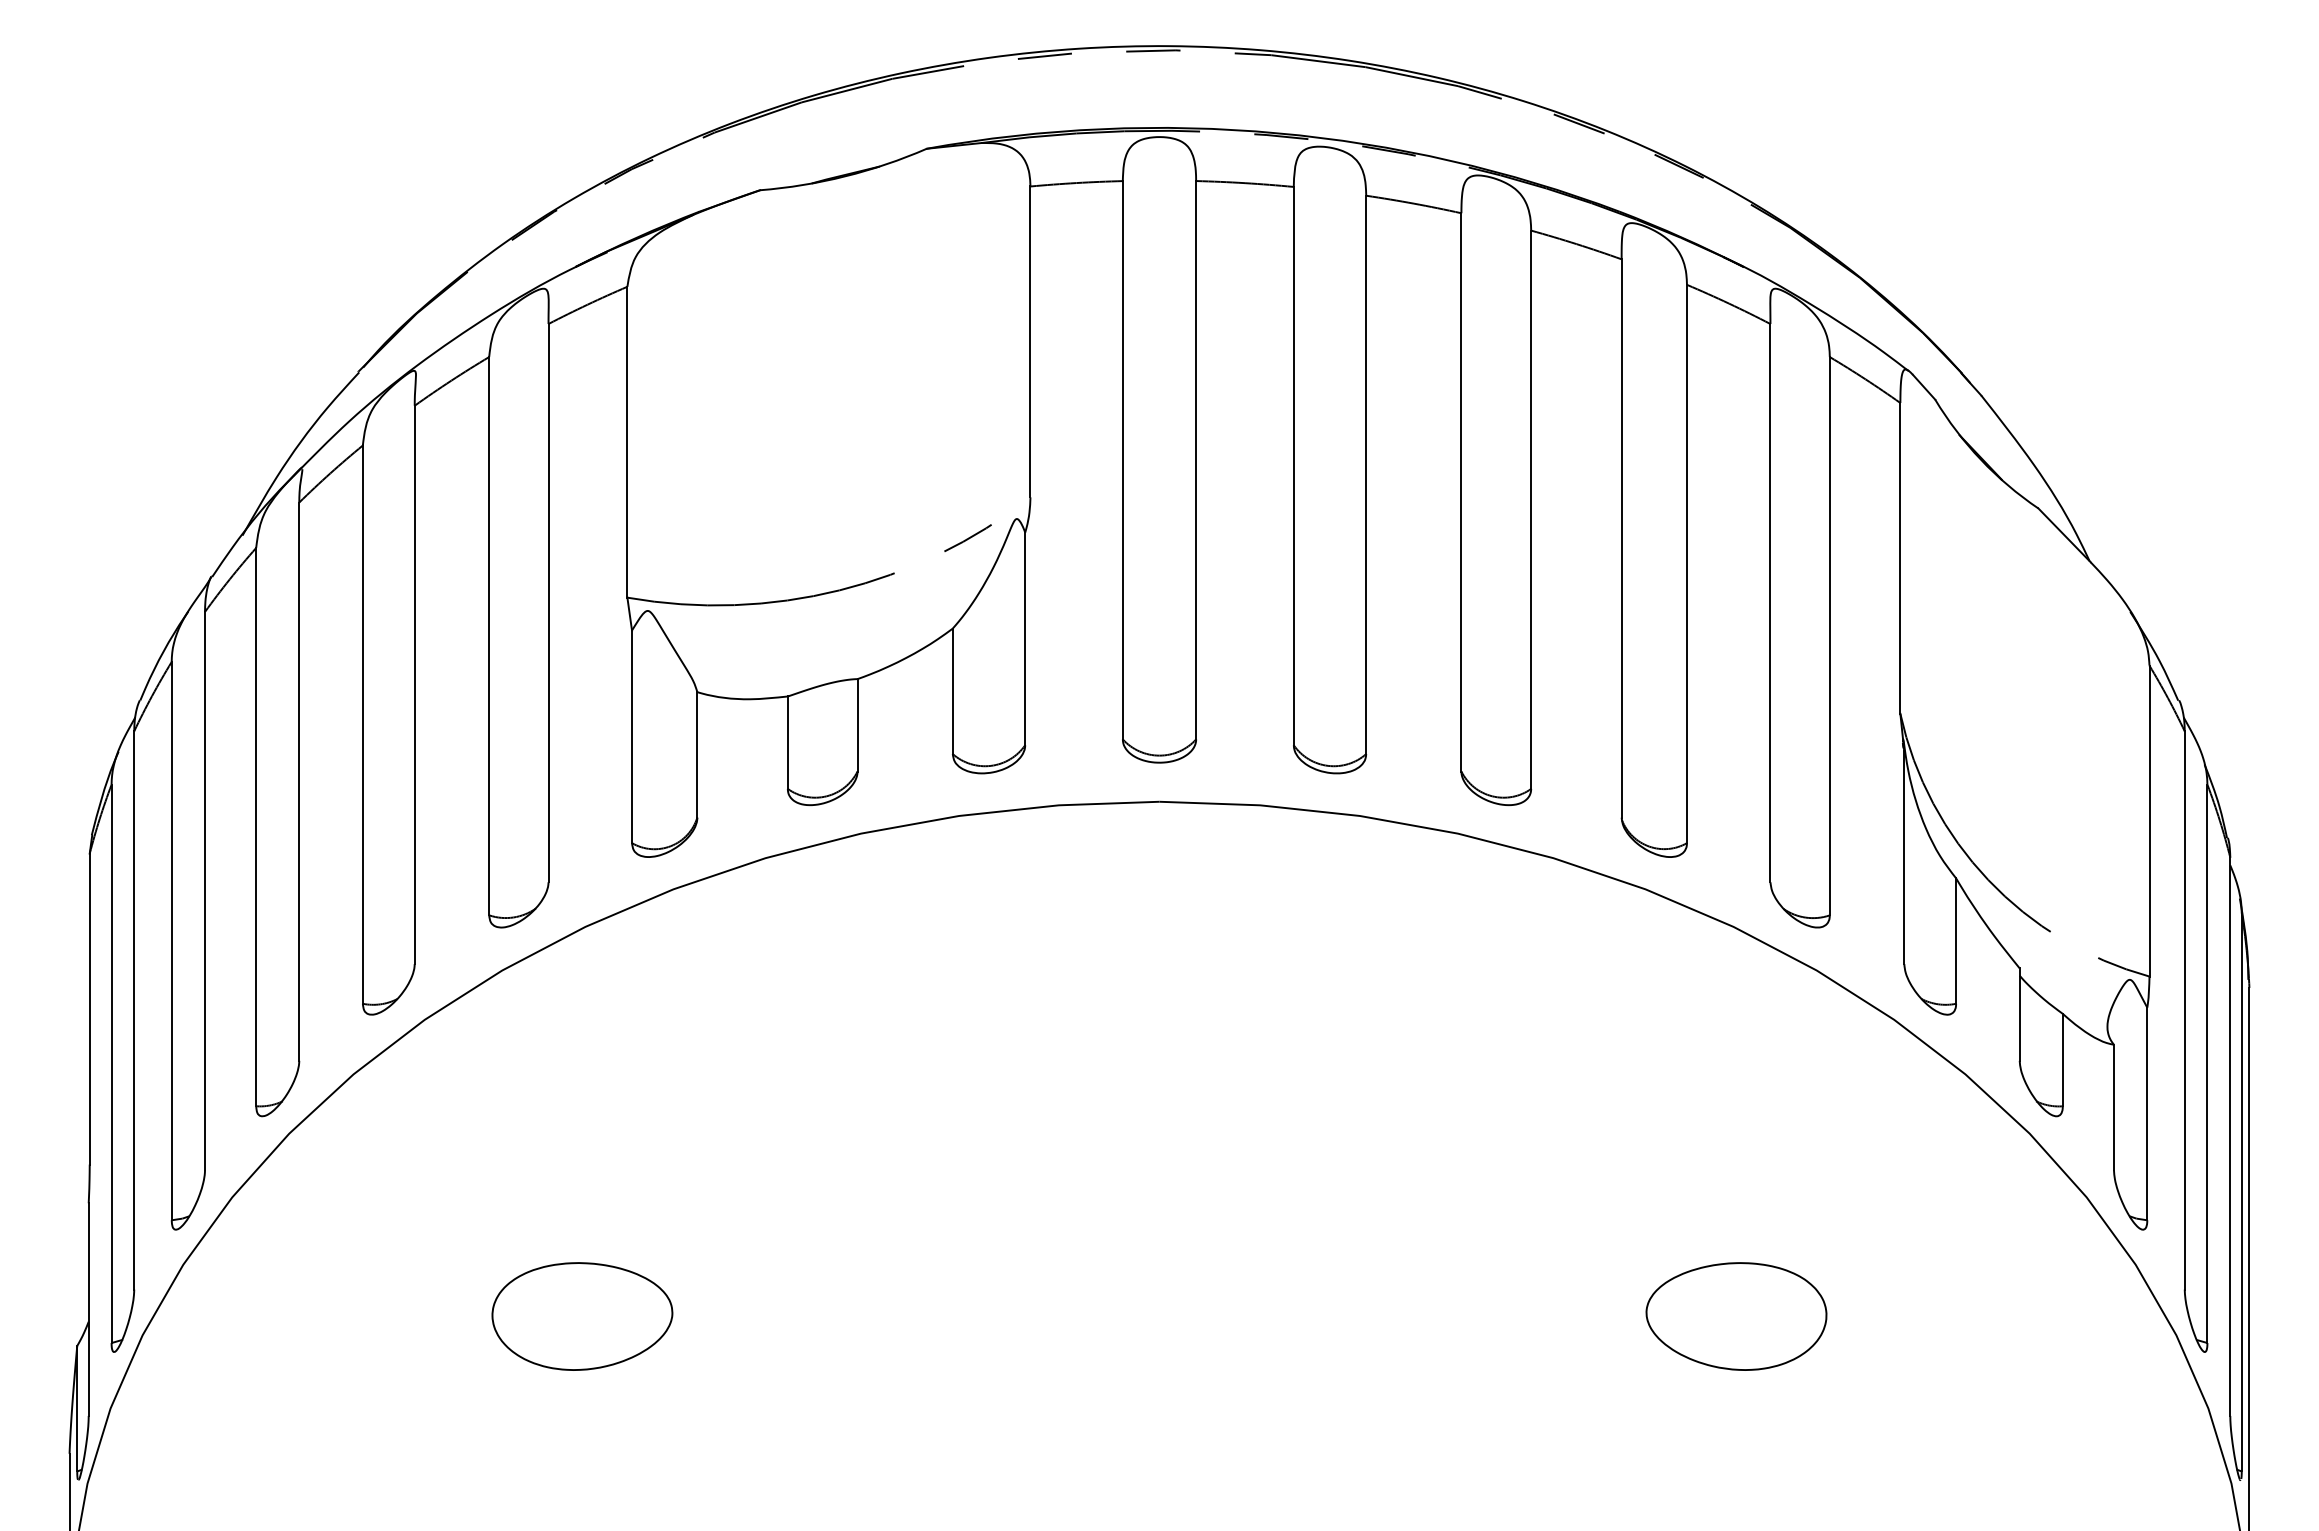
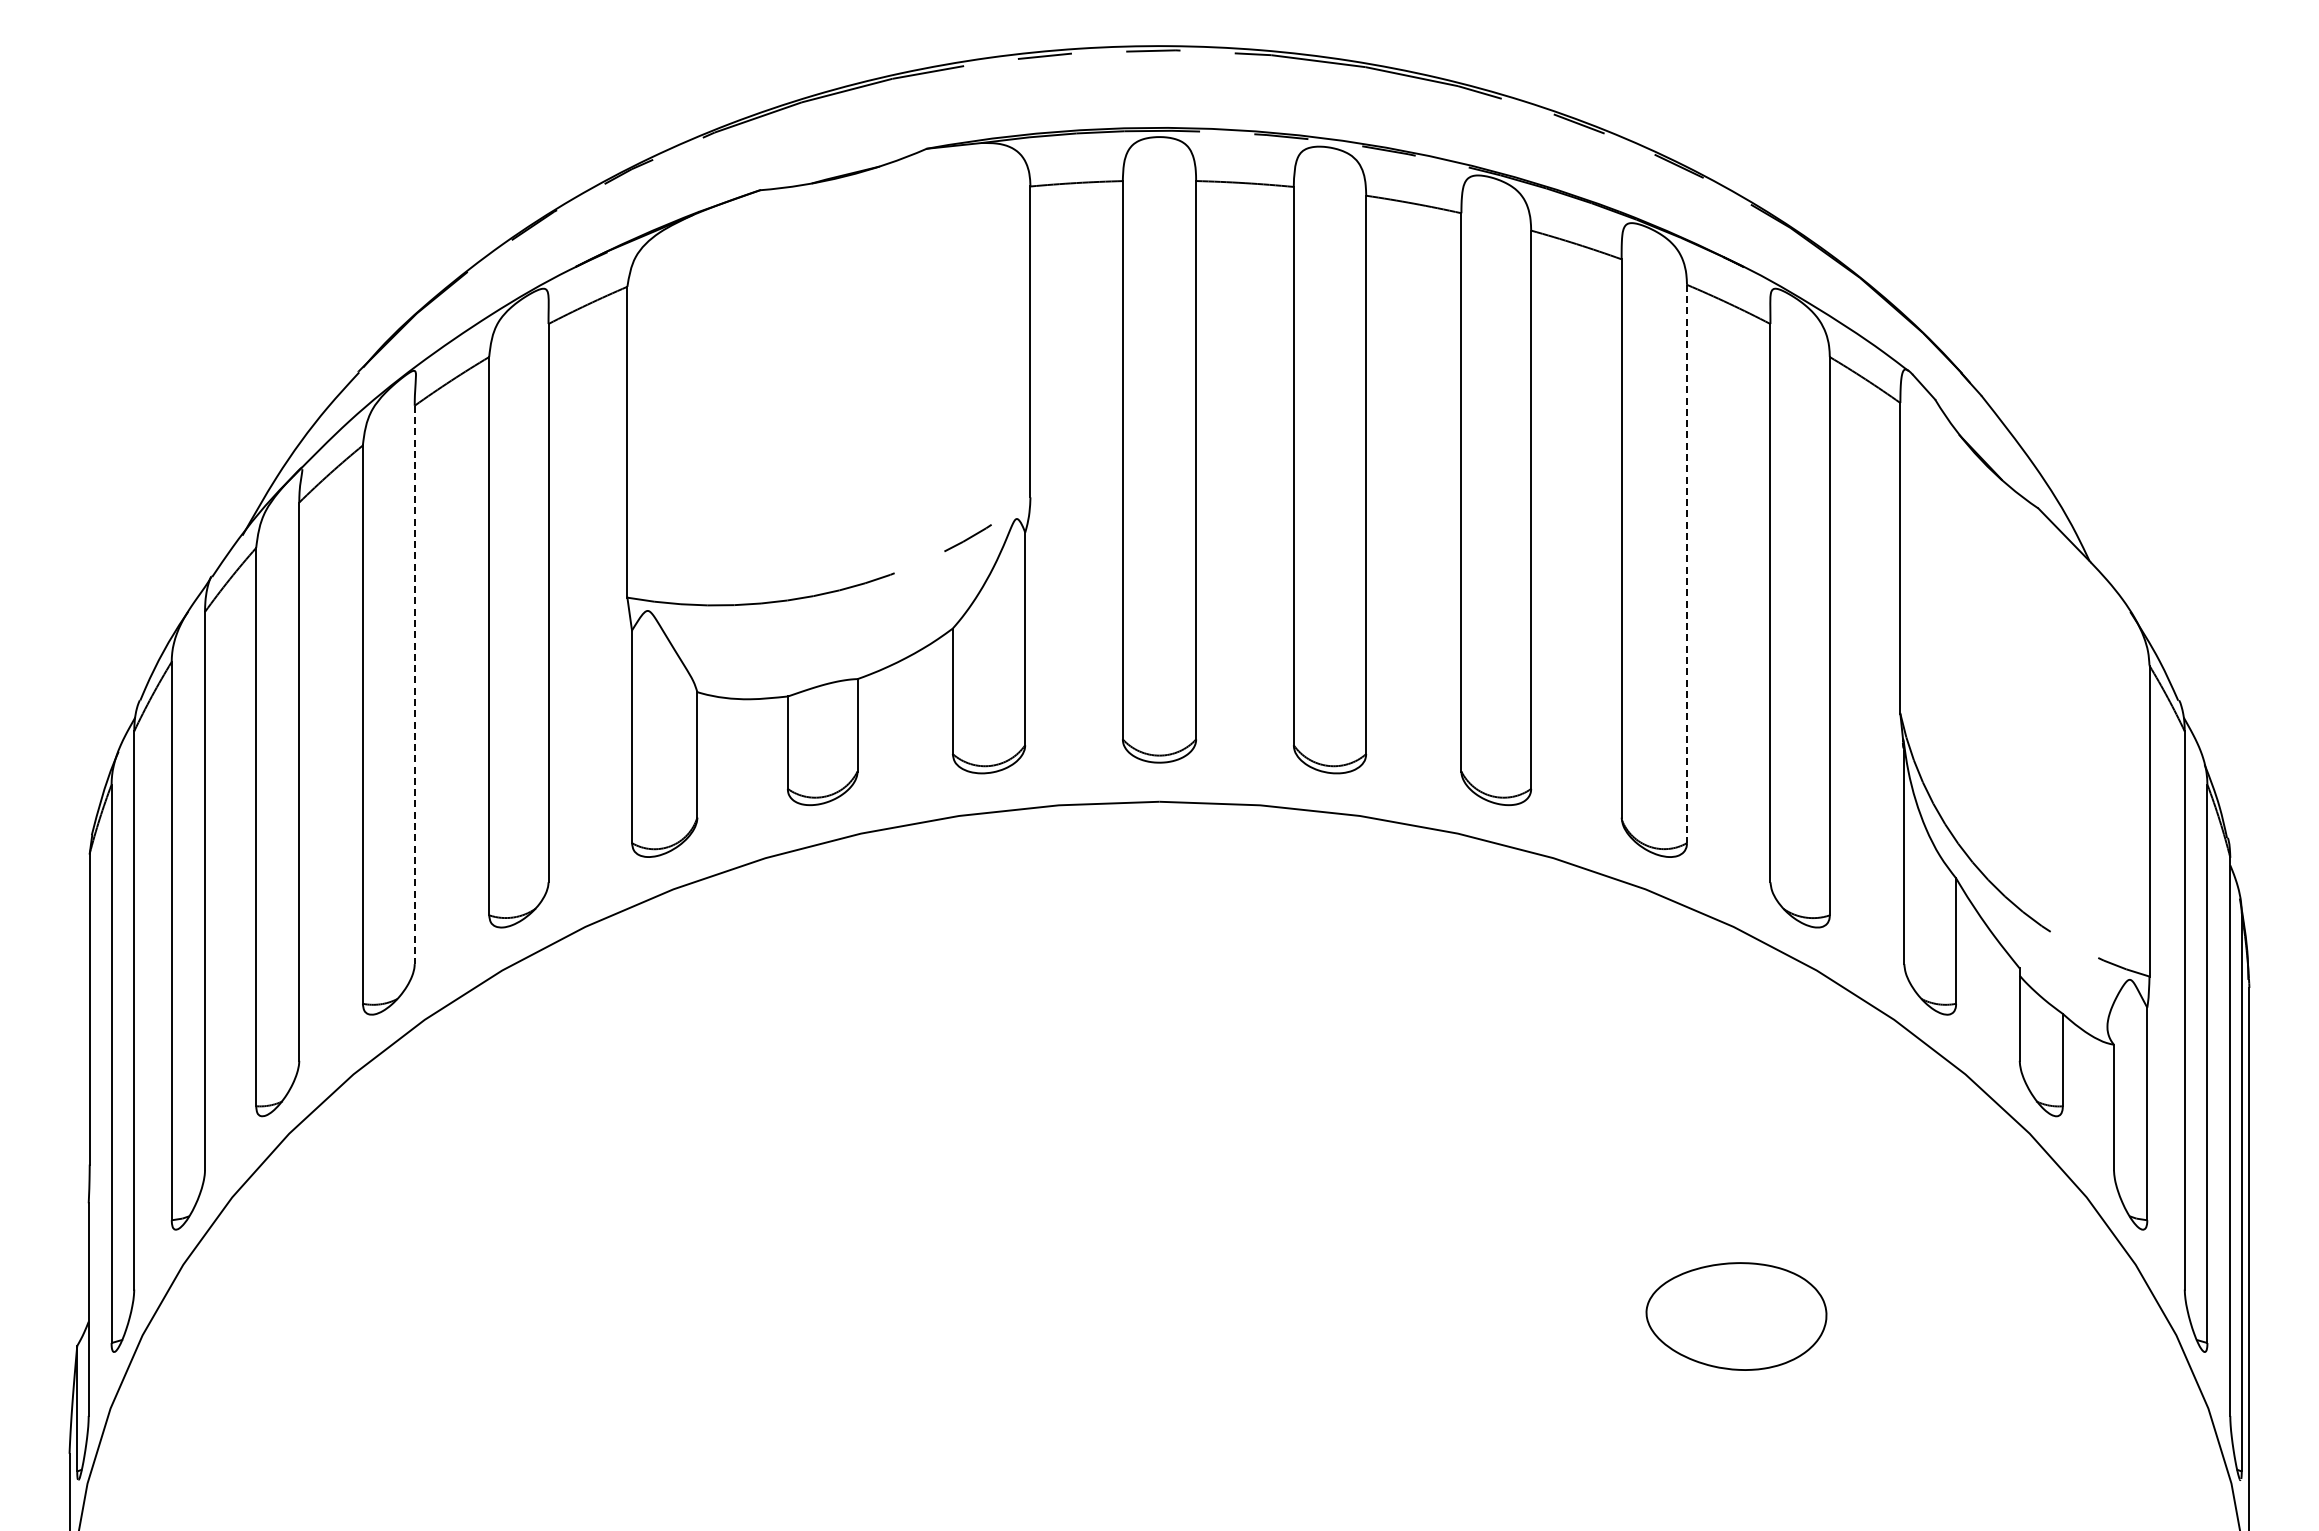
line at (1686, 564): solid -> dashed
line at (414, 685): solid -> dashed
part at (582, 1316): present -> none
